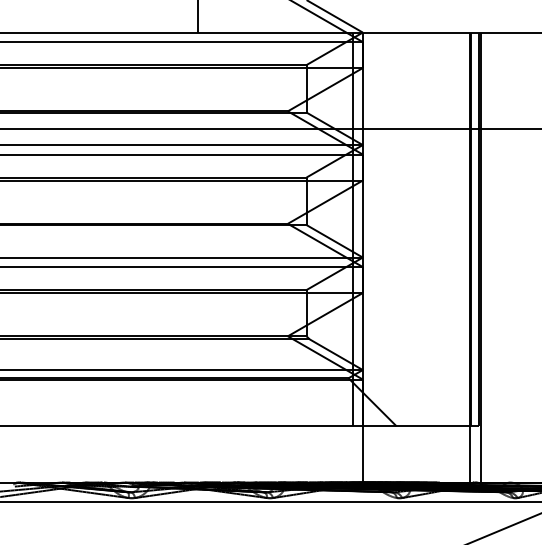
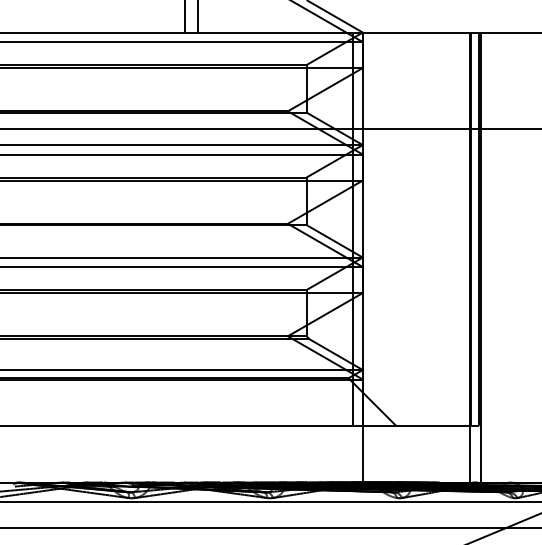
line at (185, 17): none -> present
line at (270, 527): none -> present
